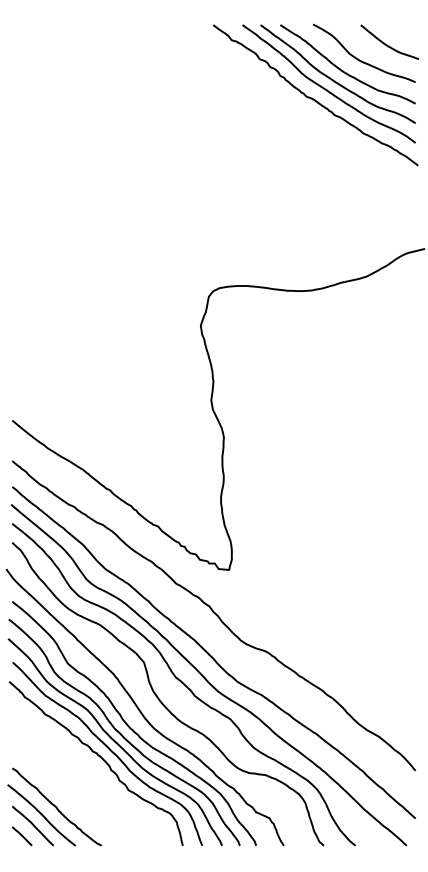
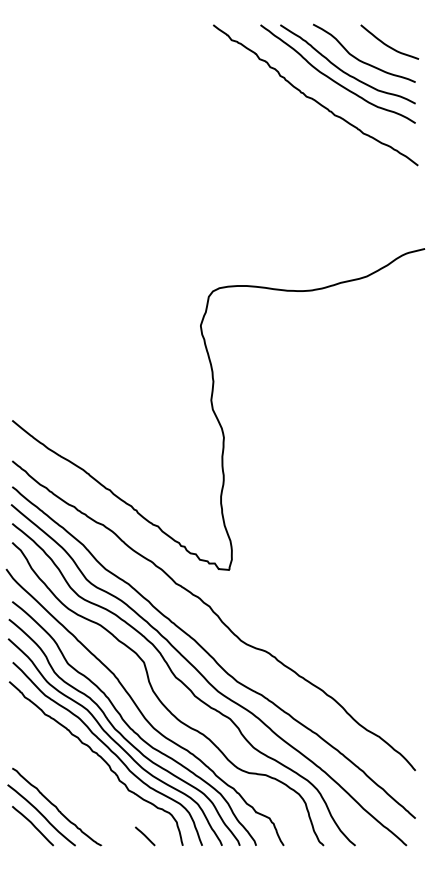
curve at (324, 87): present -> none
line at (21, 836) position: (21, 836) -> (144, 836)
